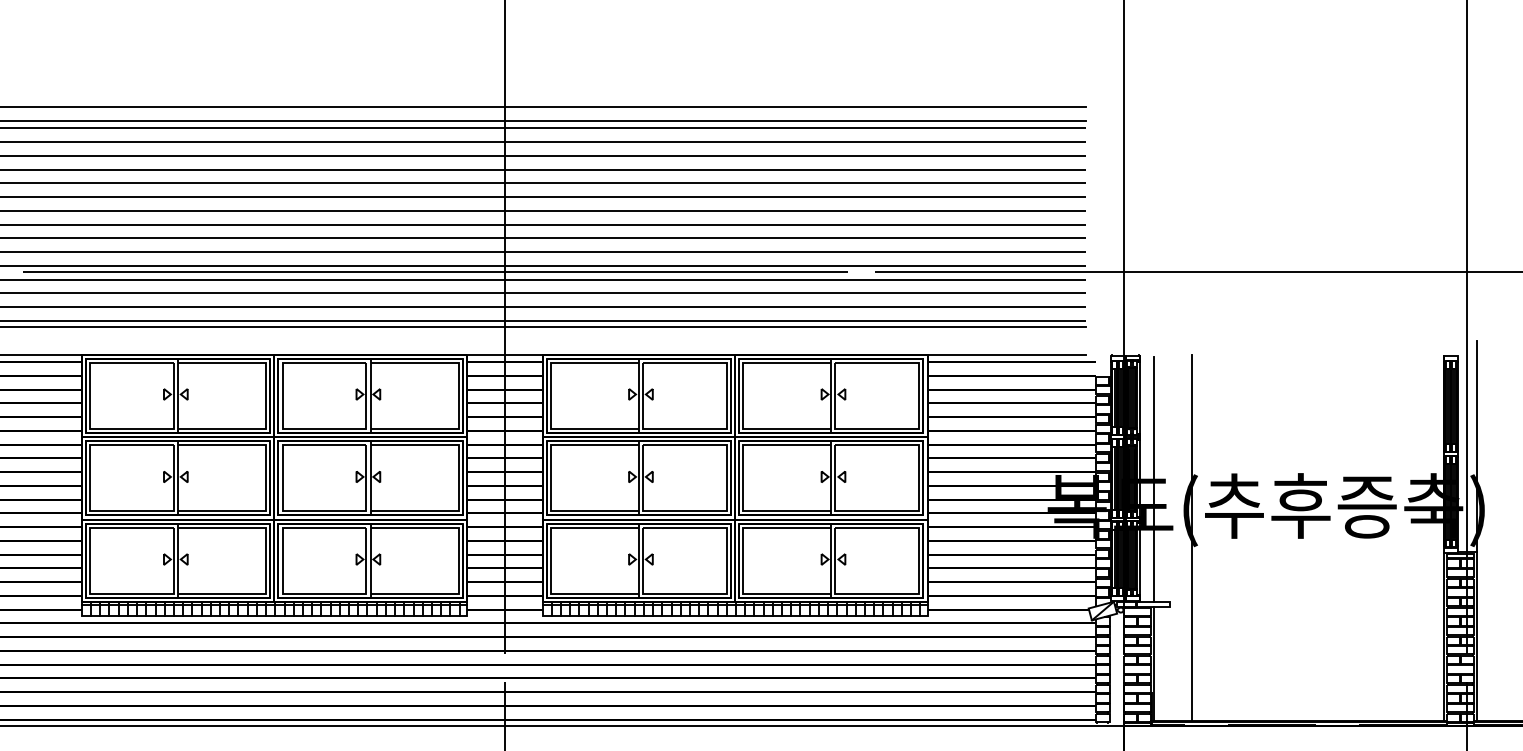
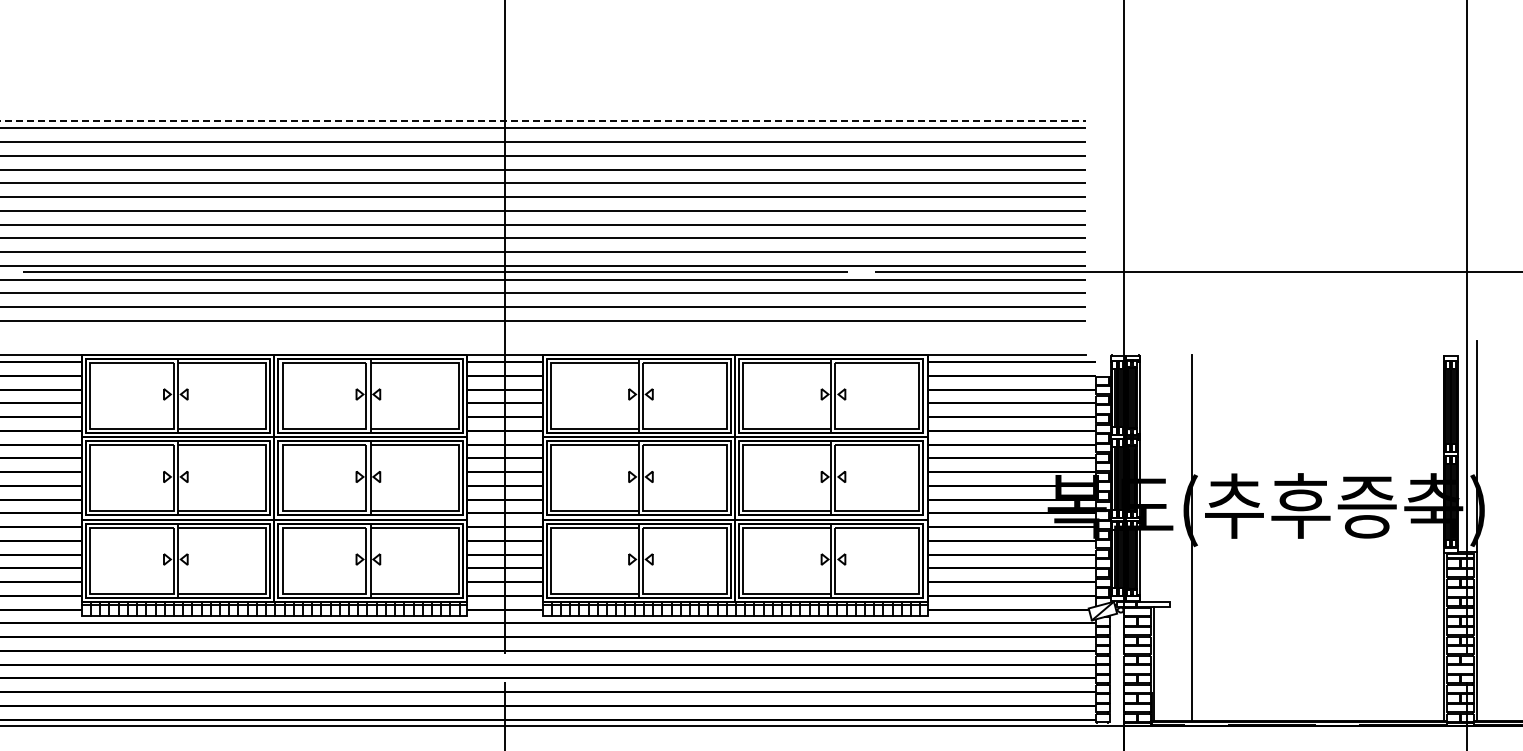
line at (543, 107): present -> none
line at (543, 120): solid -> dashed
line at (543, 327): present -> none
line at (1153, 479): present -> none
